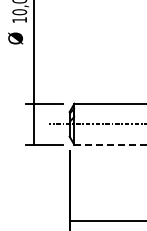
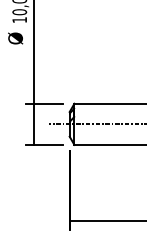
line at (110, 144): dashed -> solid
